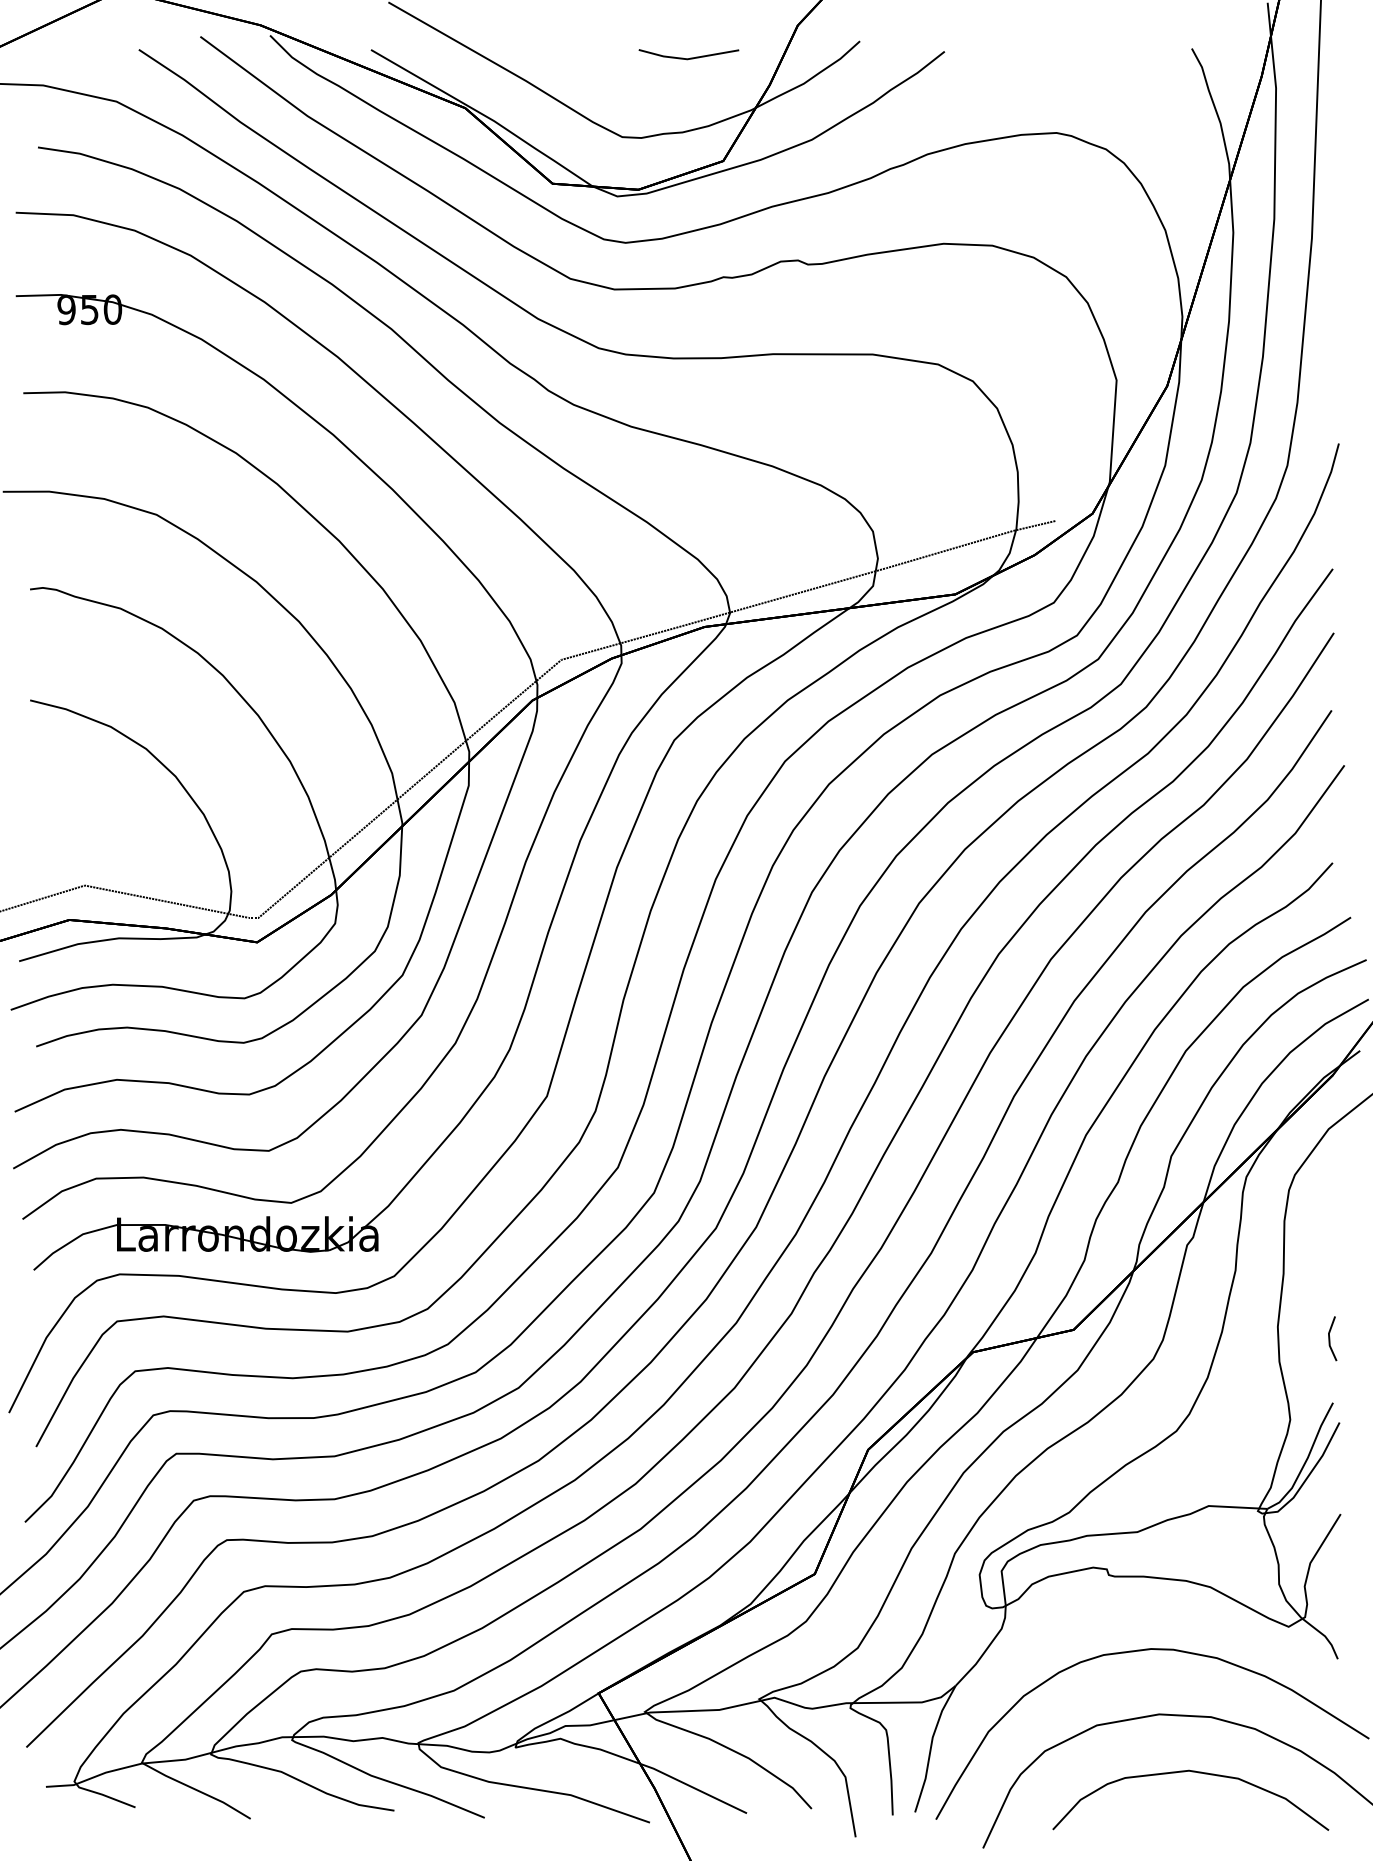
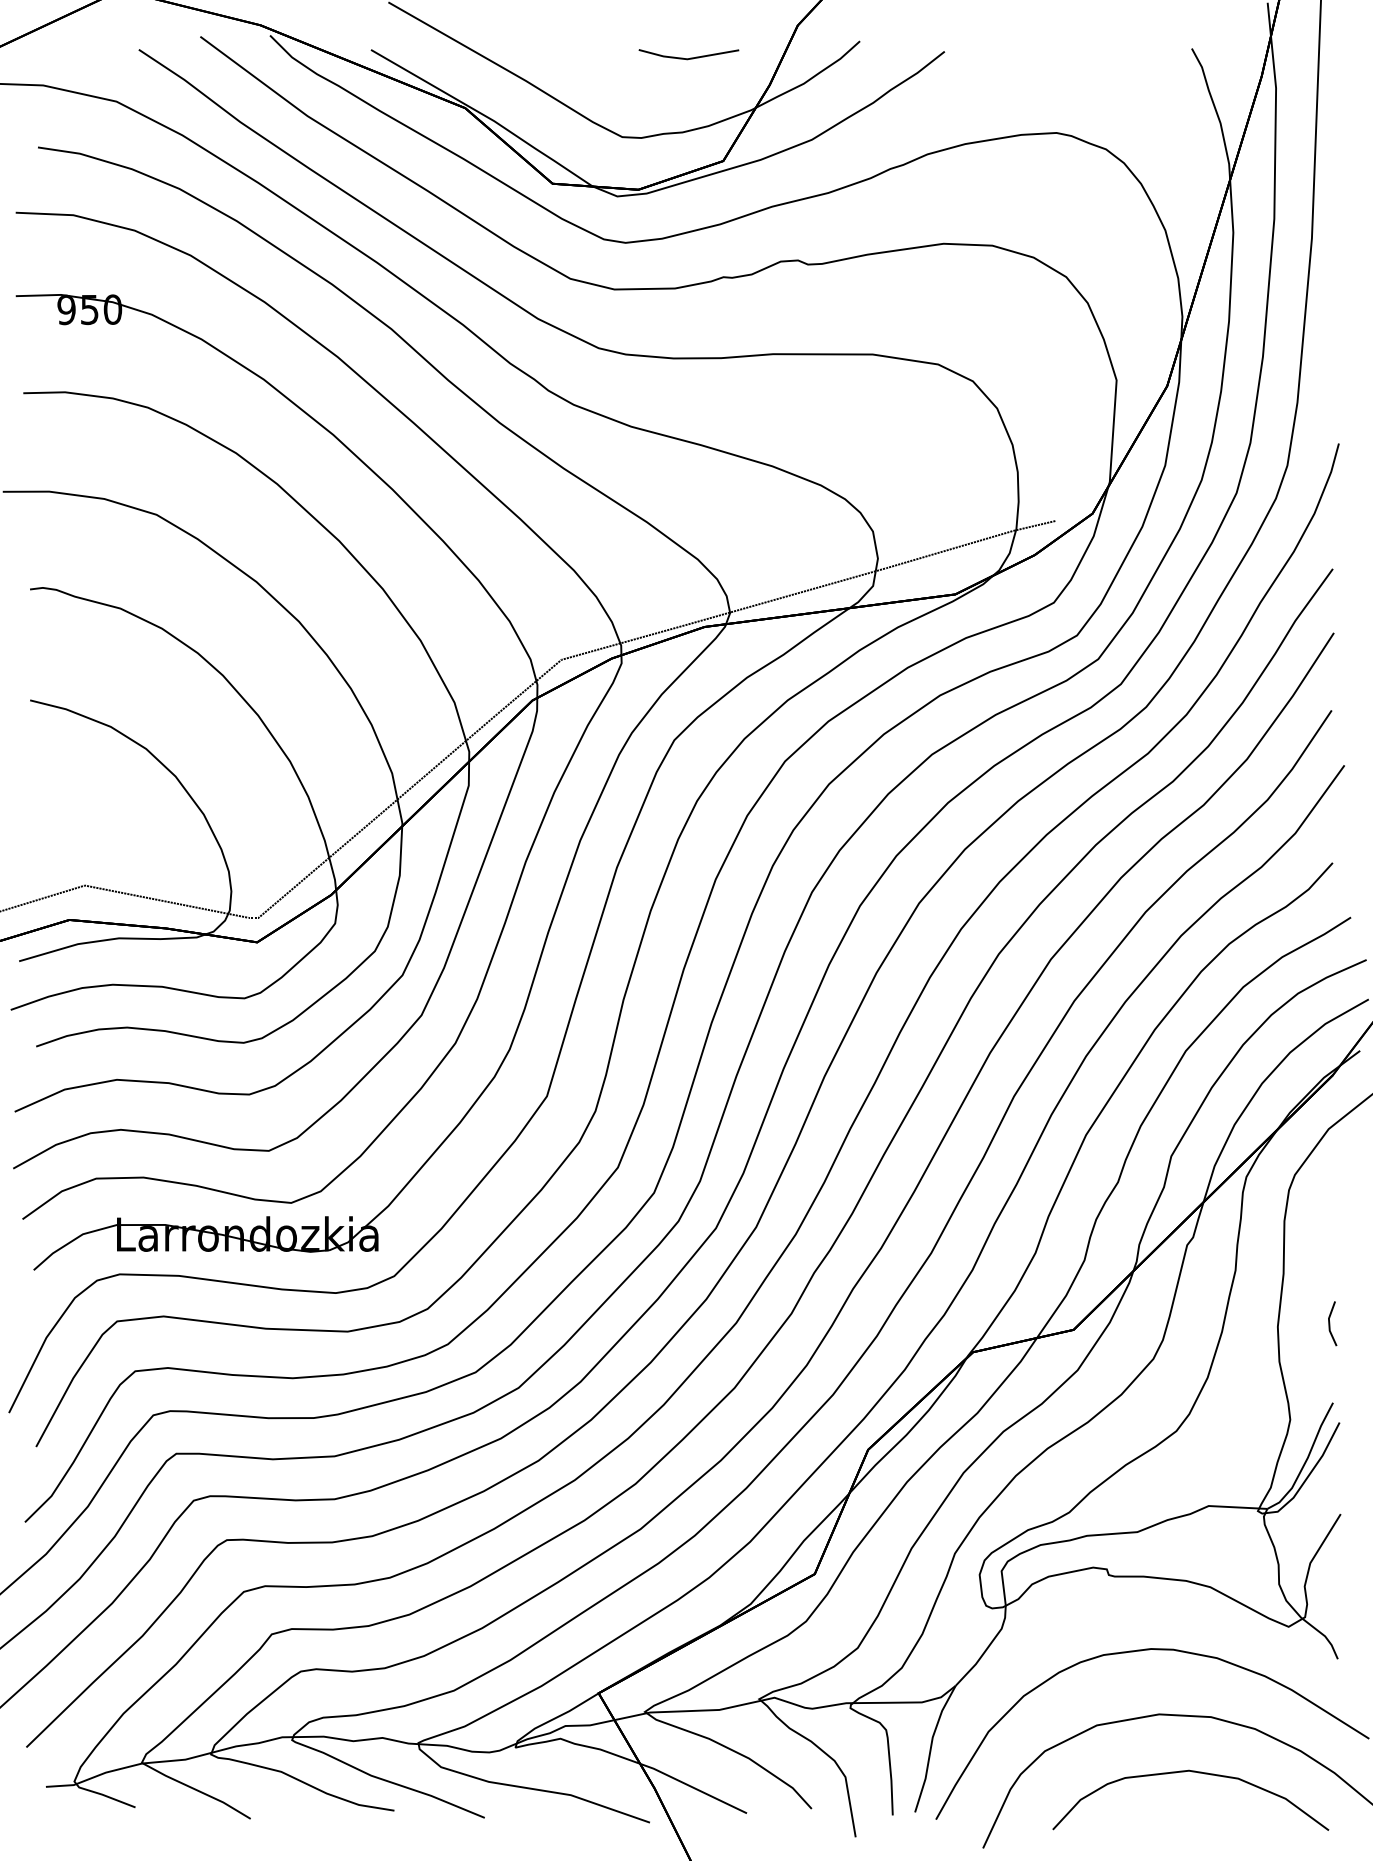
line at (1330, 1338) position: (1330, 1338) -> (1330, 1323)
